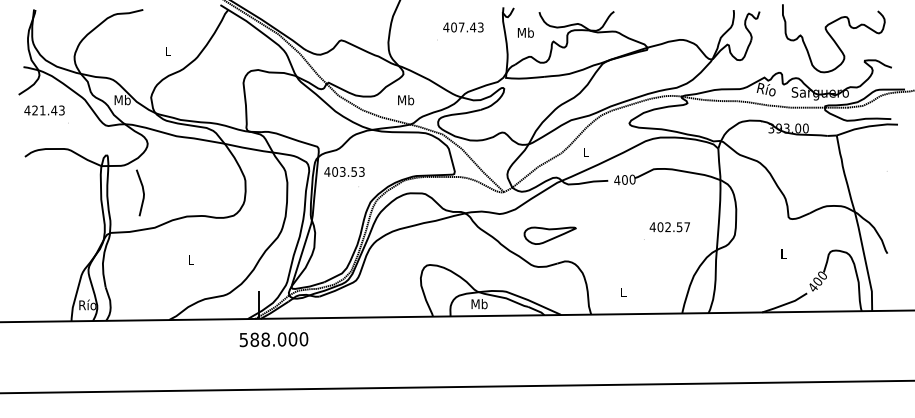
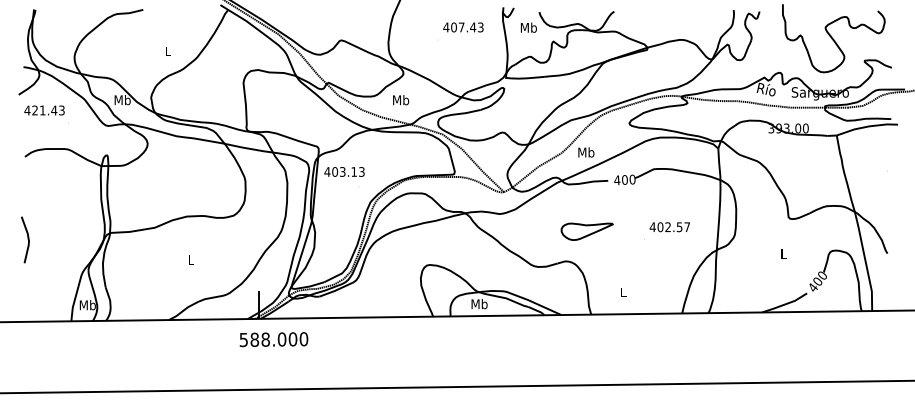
text at (525, 32) position: (525, 32) -> (528, 27)
text at (406, 100) position: (406, 100) -> (401, 100)
text at (586, 152): L -> Mb
text at (353, 171): 403.53 -> 403.13
line at (142, 192) position: (142, 192) -> (27, 239)
part at (549, 235) position: (549, 235) -> (586, 231)
text at (87, 304): Río -> Mb
